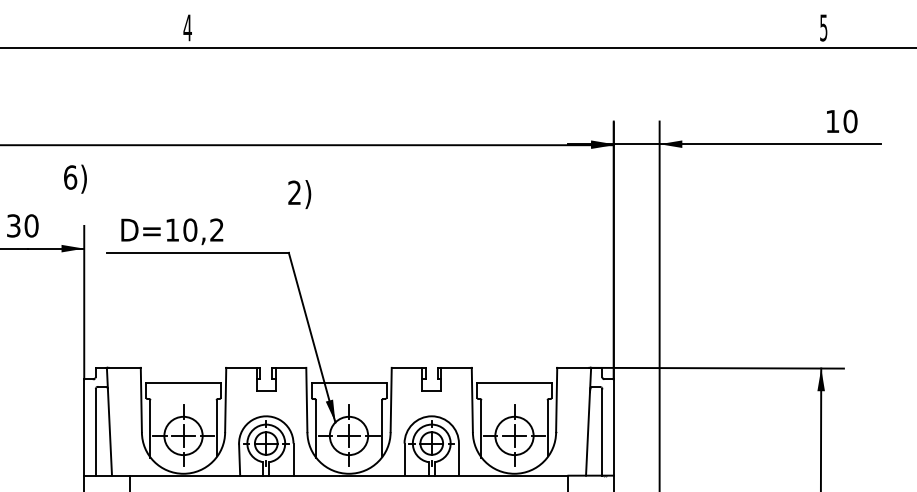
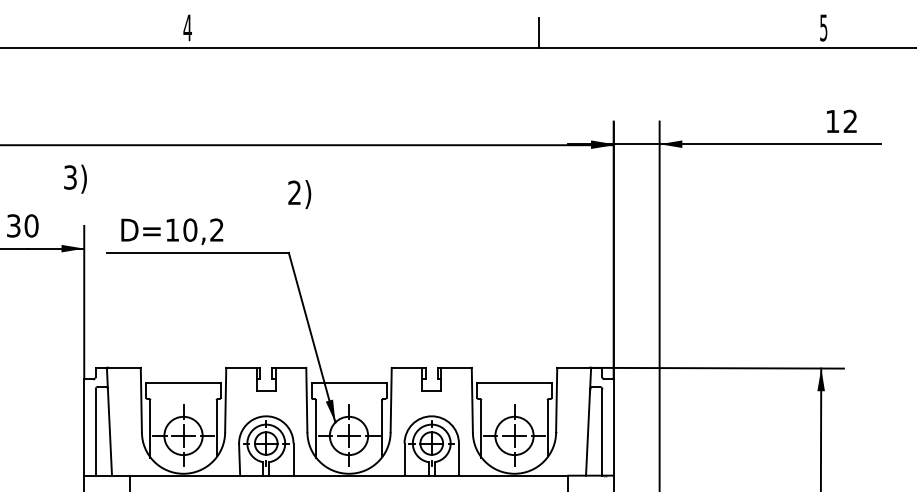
line at (539, 33): none -> present
text at (850, 121): 10 -> 12
text at (70, 177): 6) -> 3)
